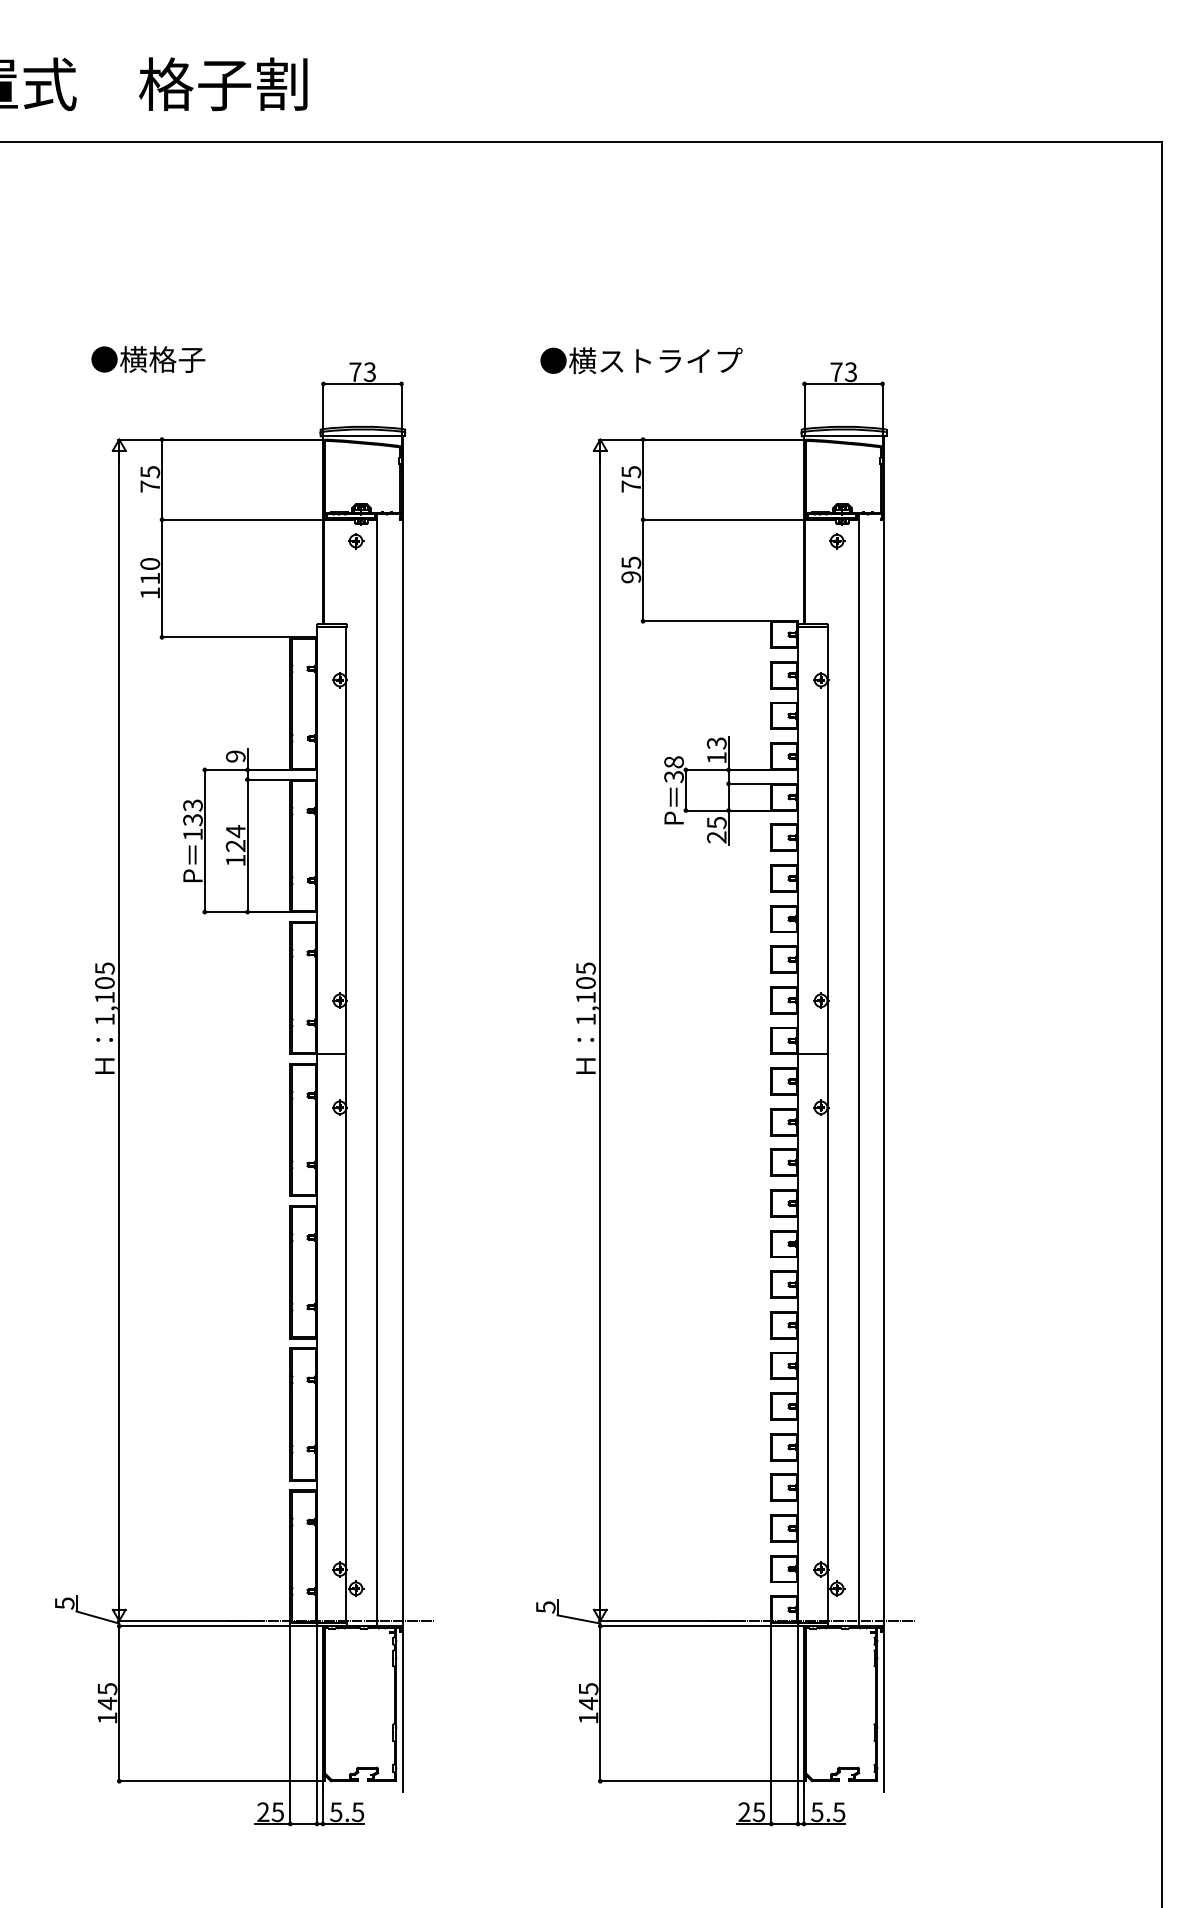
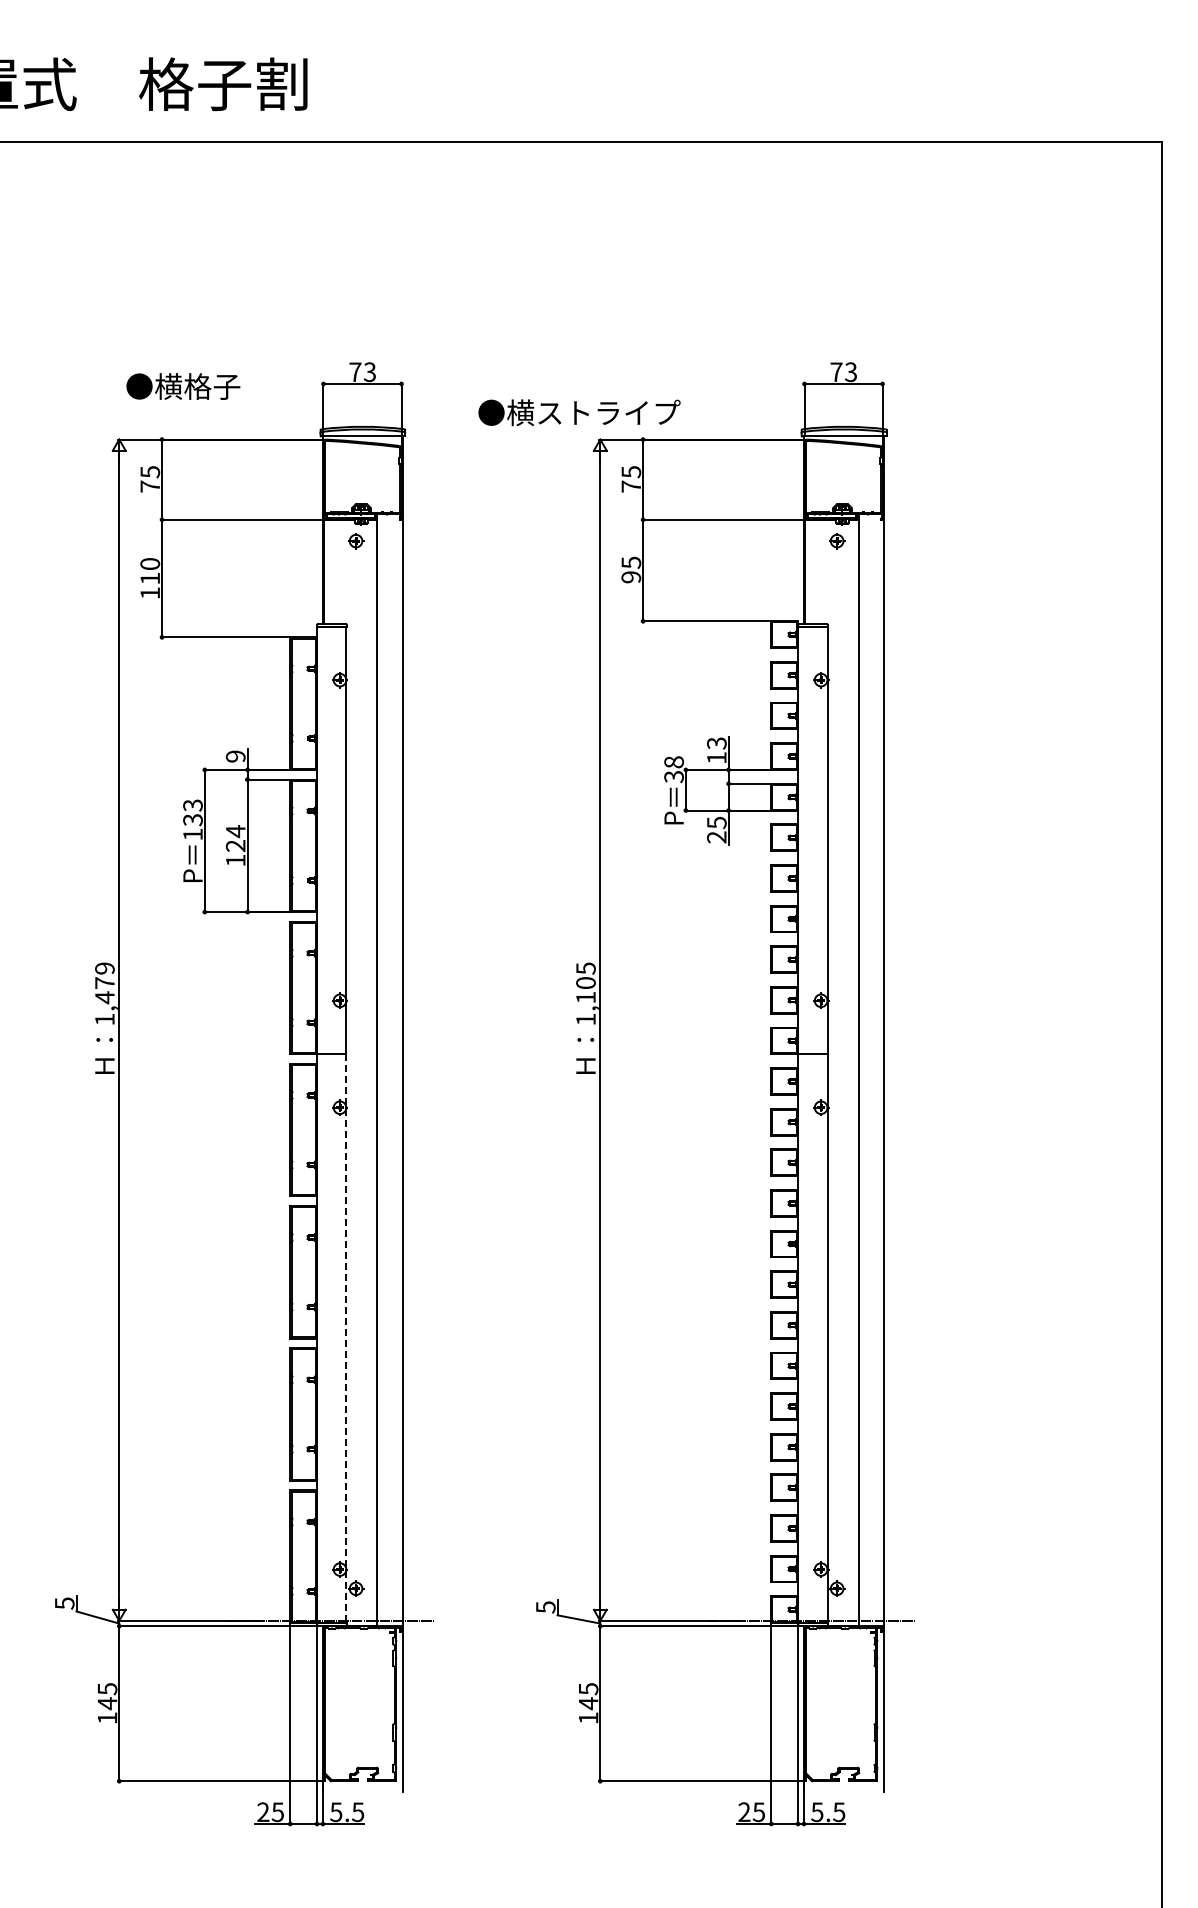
text at (148, 359) position: (148, 359) -> (183, 386)
text at (641, 360) position: (641, 360) -> (579, 412)
text at (104, 983): 1,105 -> 1,479
line at (346, 1339): solid -> dashed
